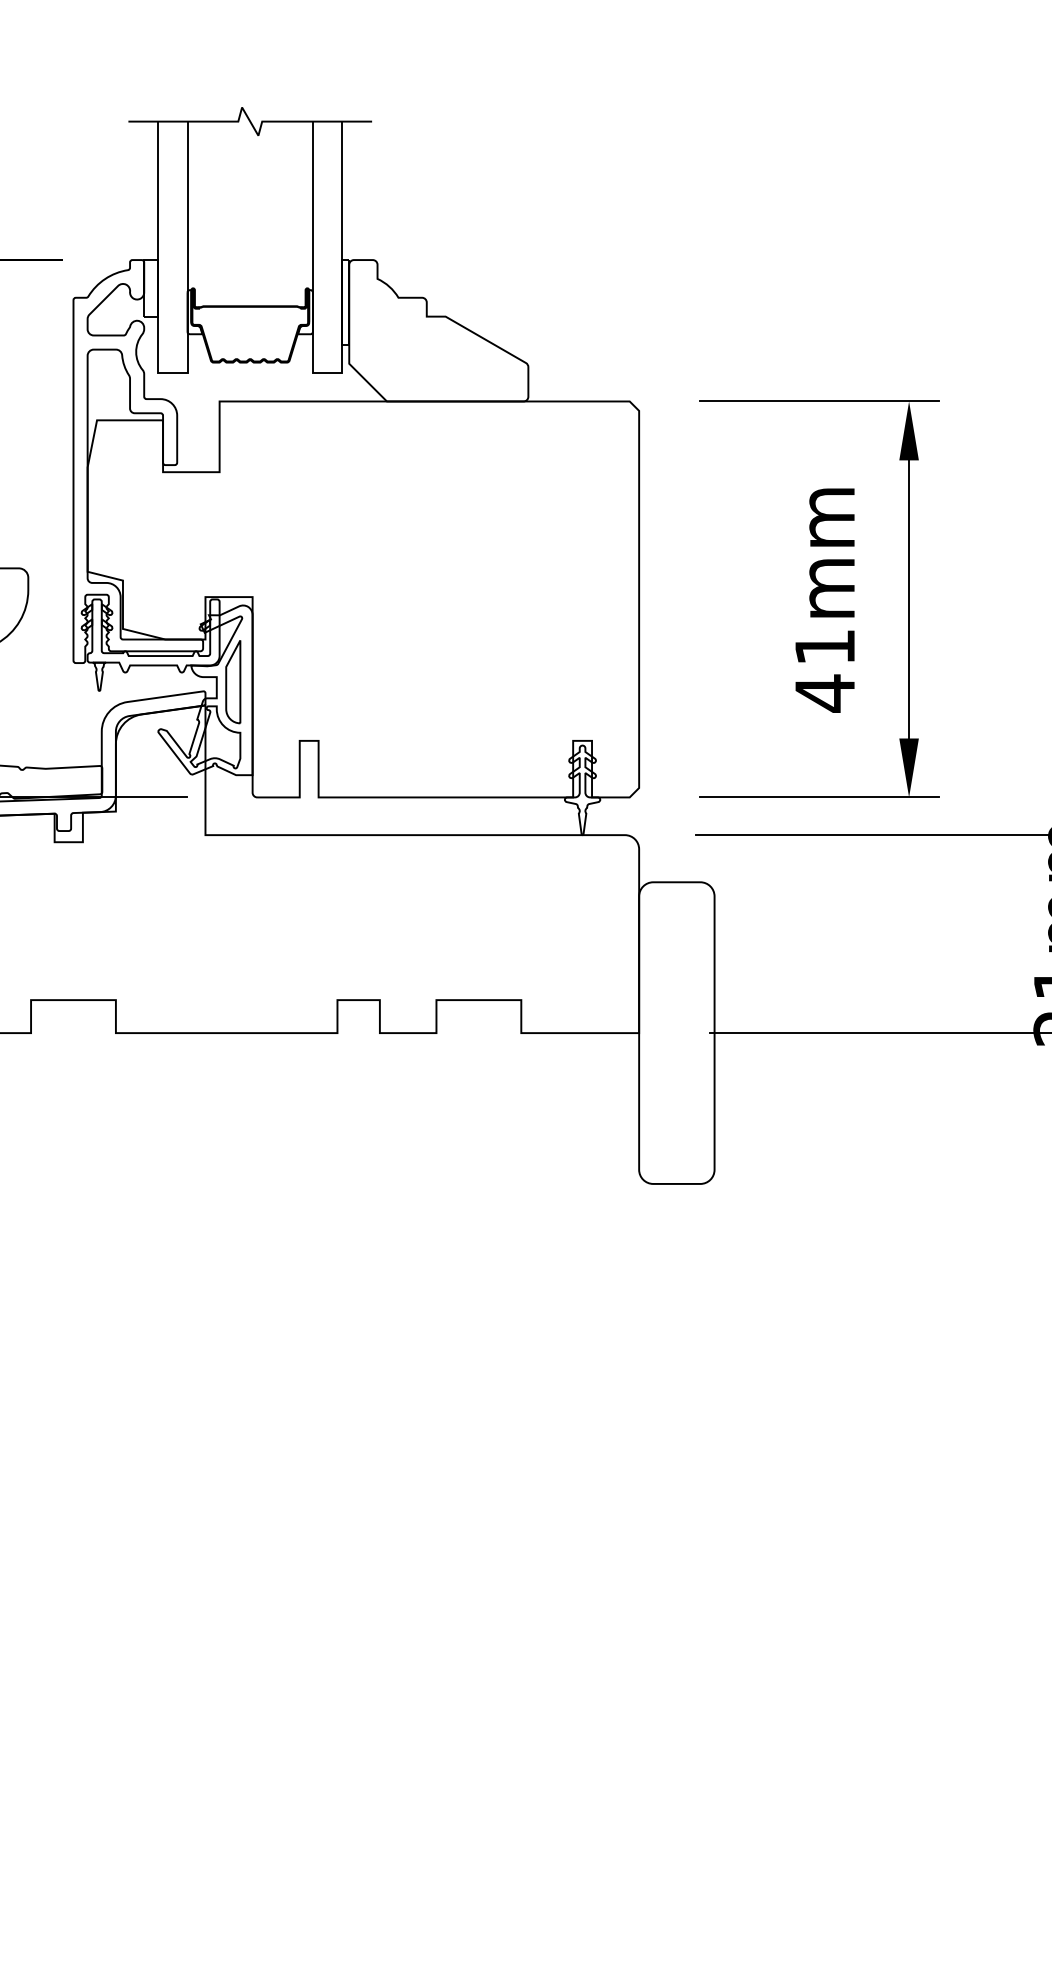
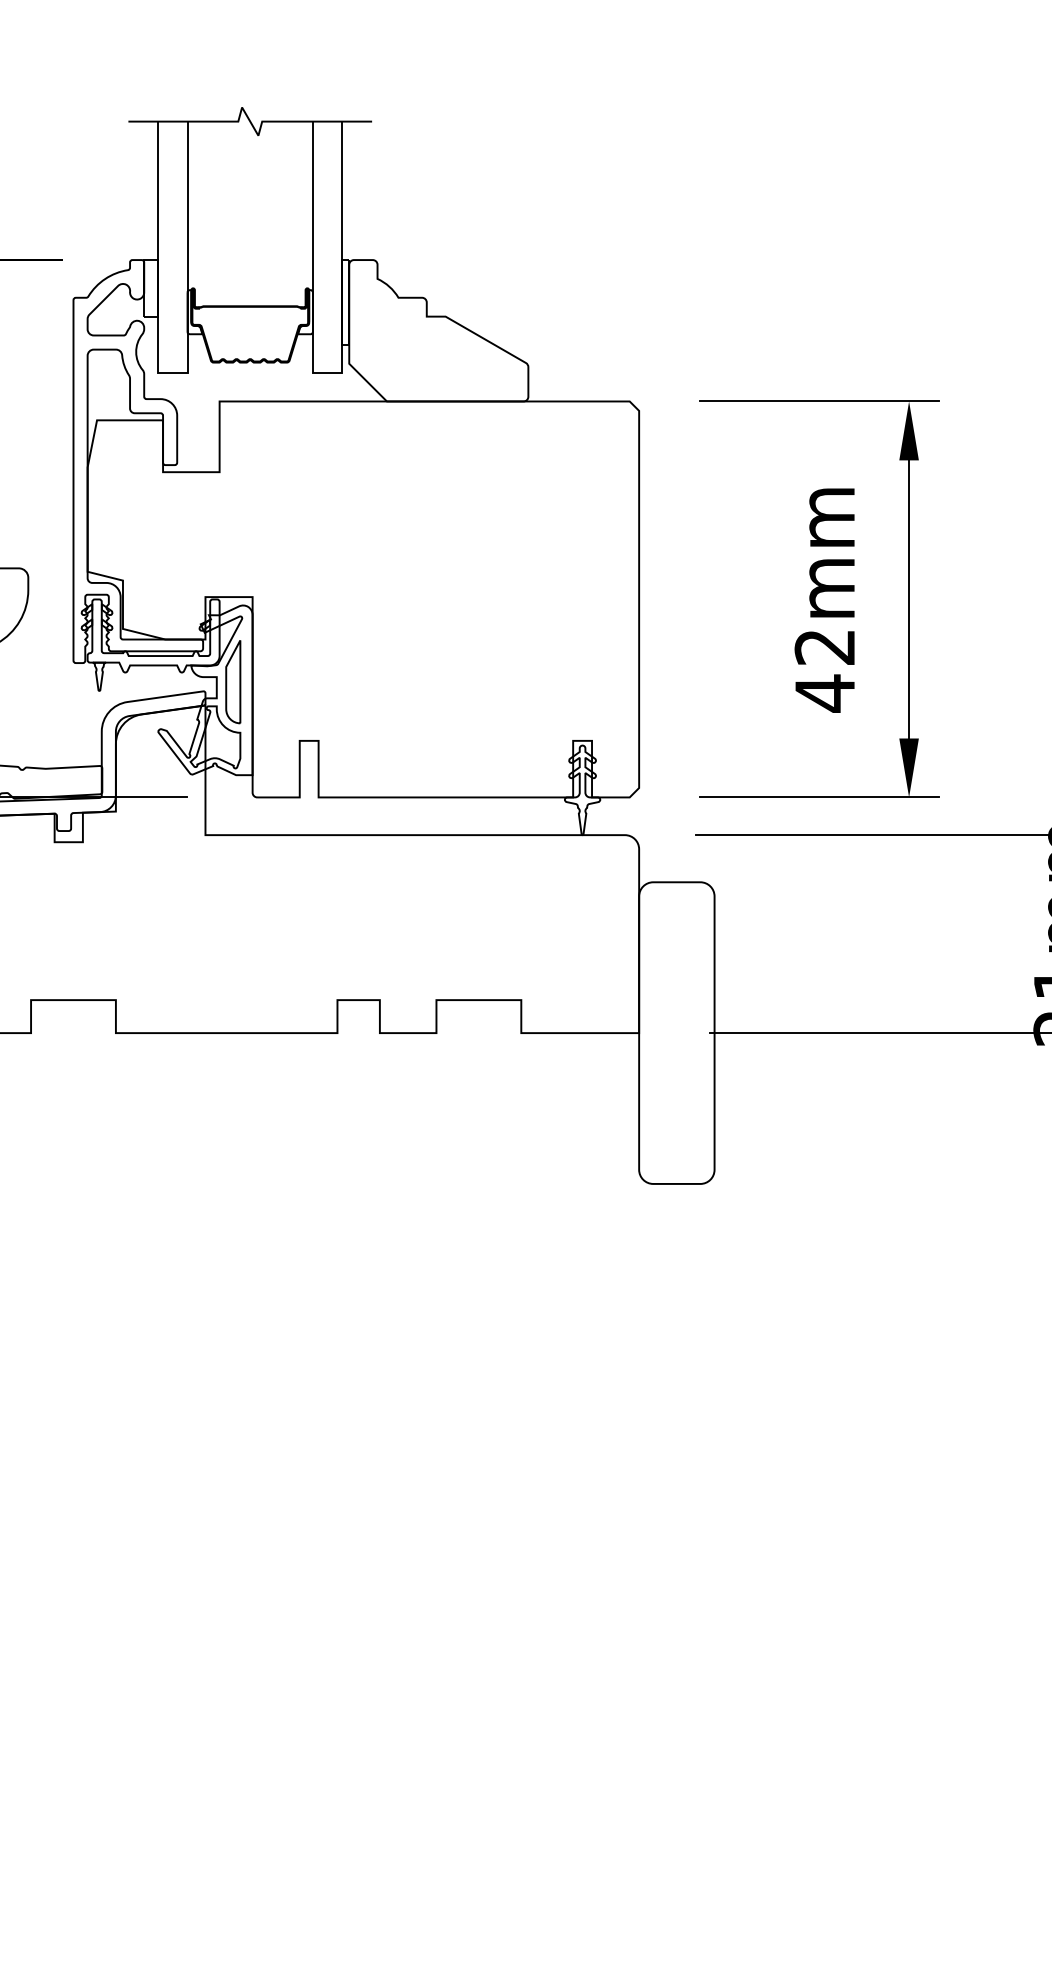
text at (824, 647): 41mm -> 42mm
